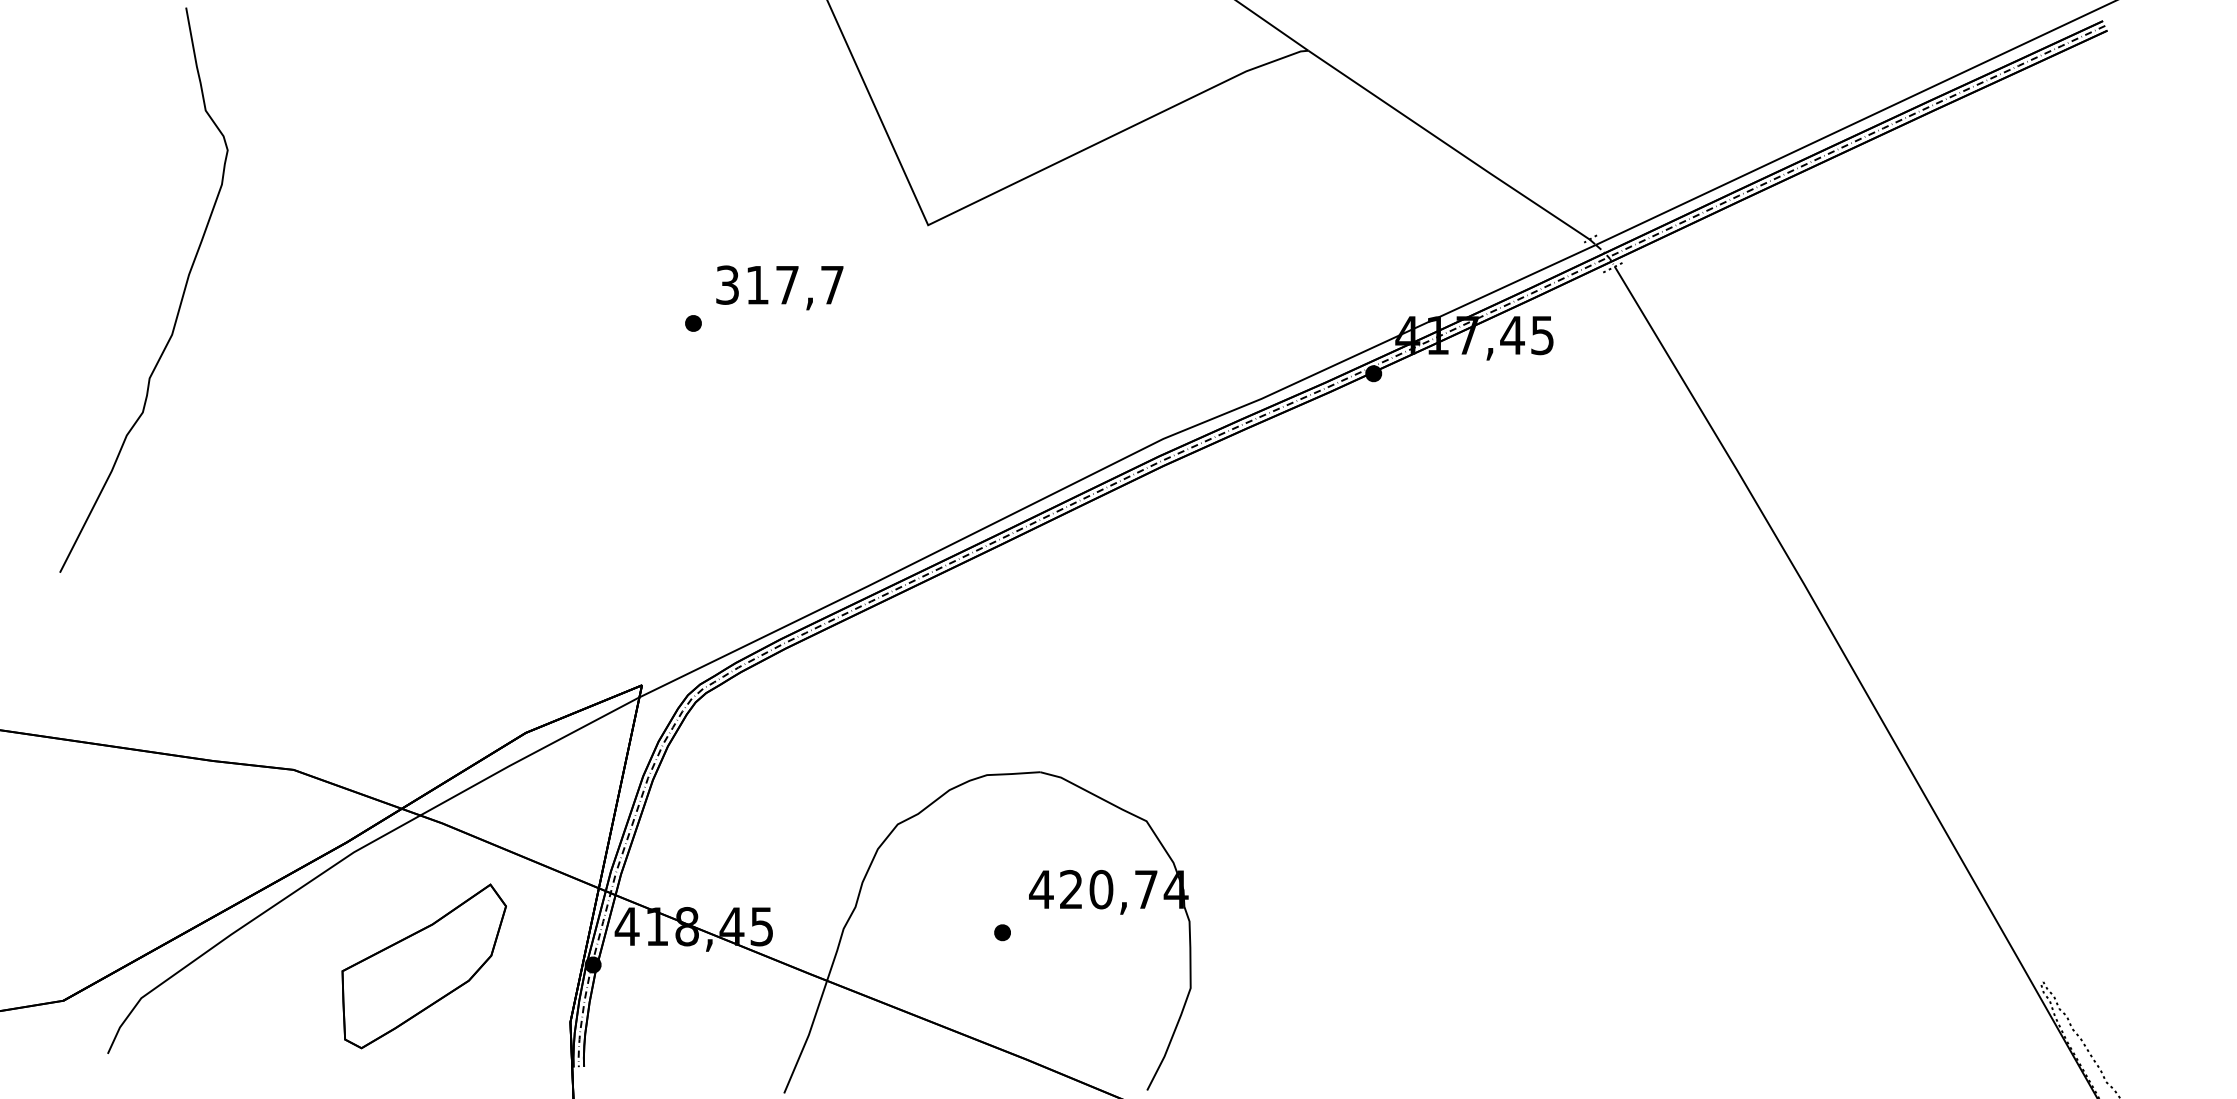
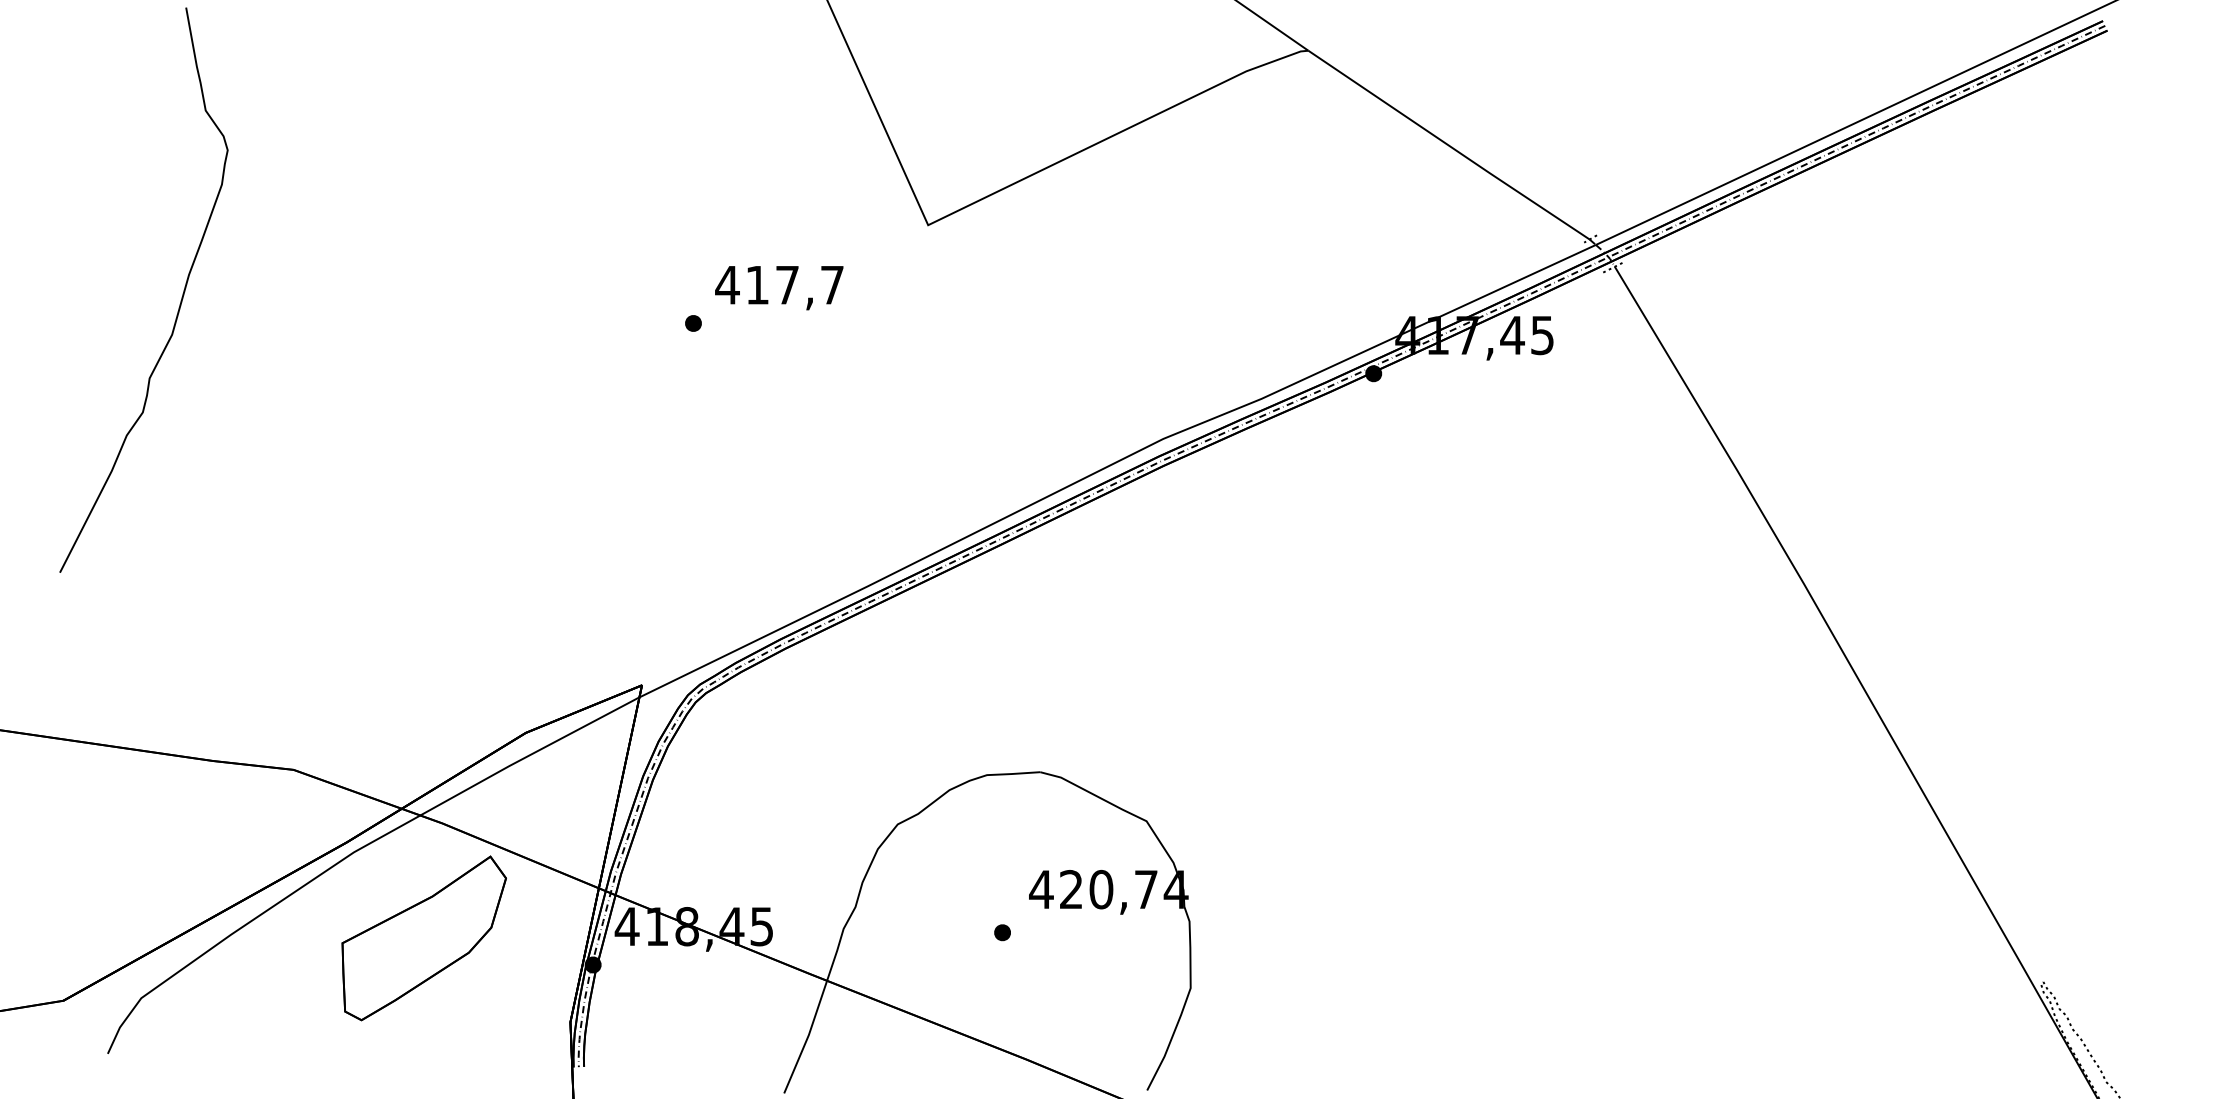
text at (727, 284): 317,7 -> 417,7
part at (423, 966) position: (423, 966) -> (423, 938)
